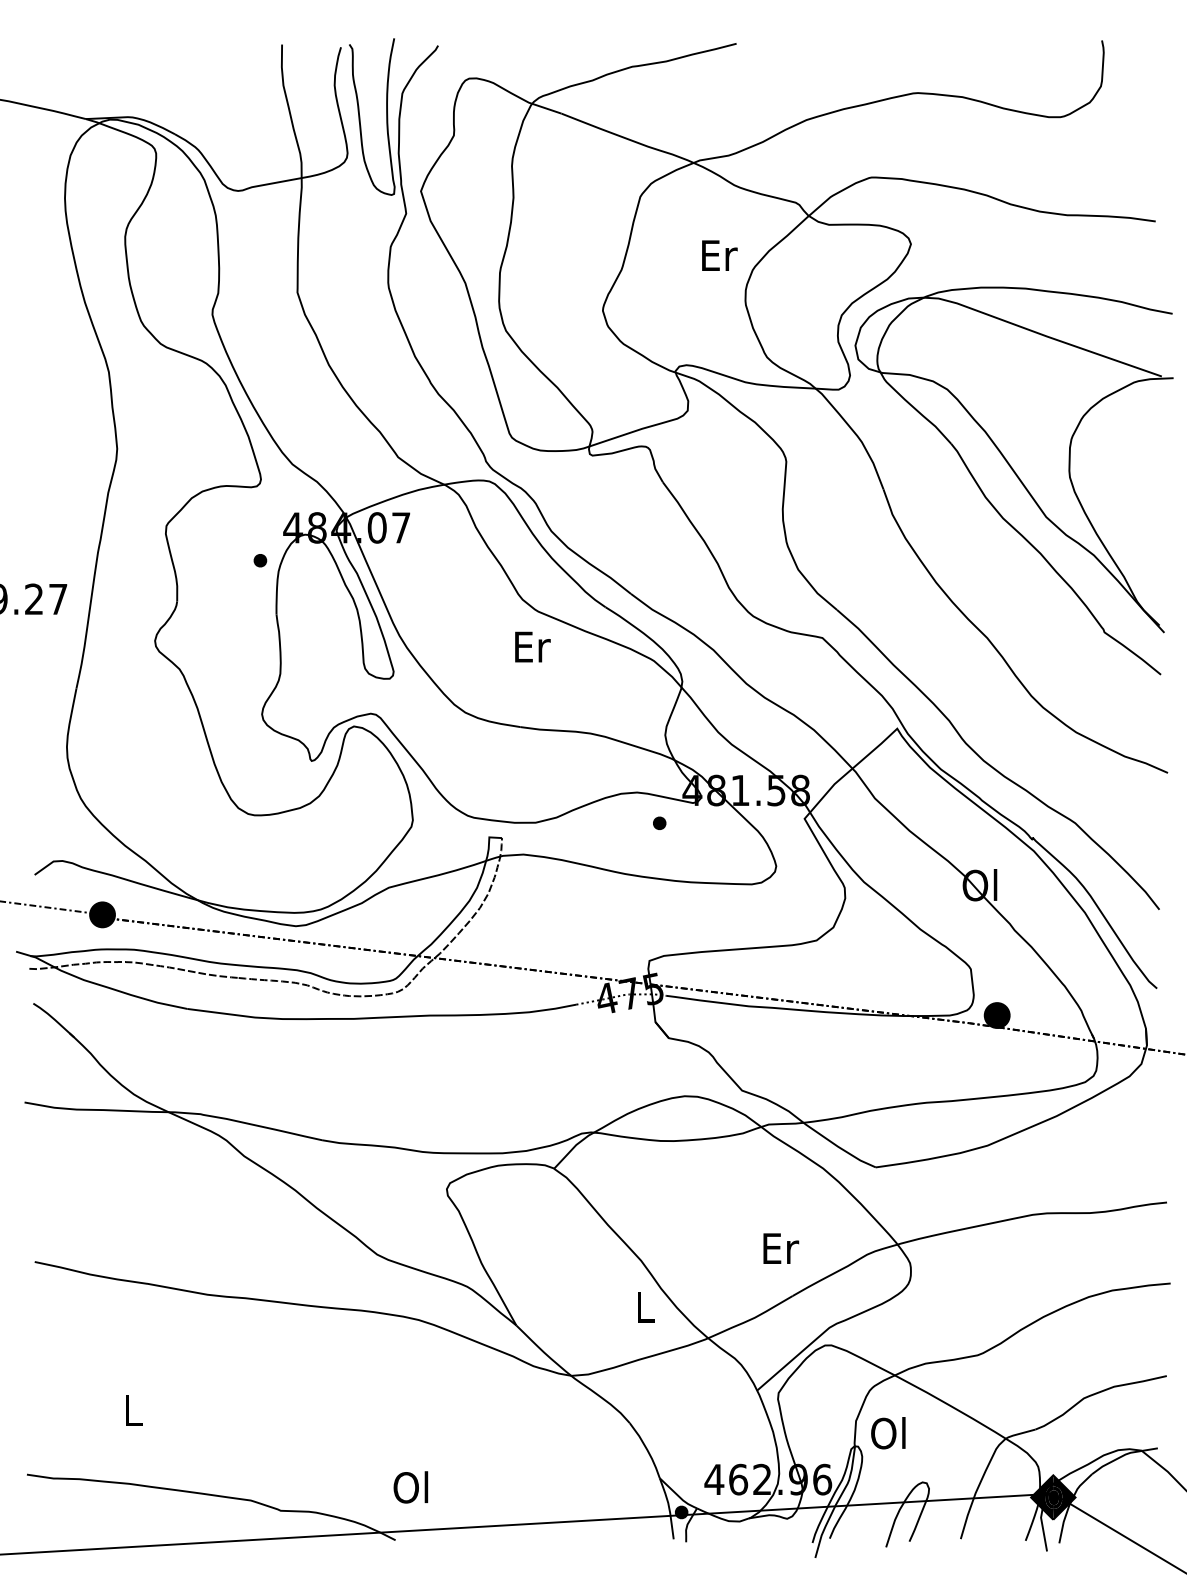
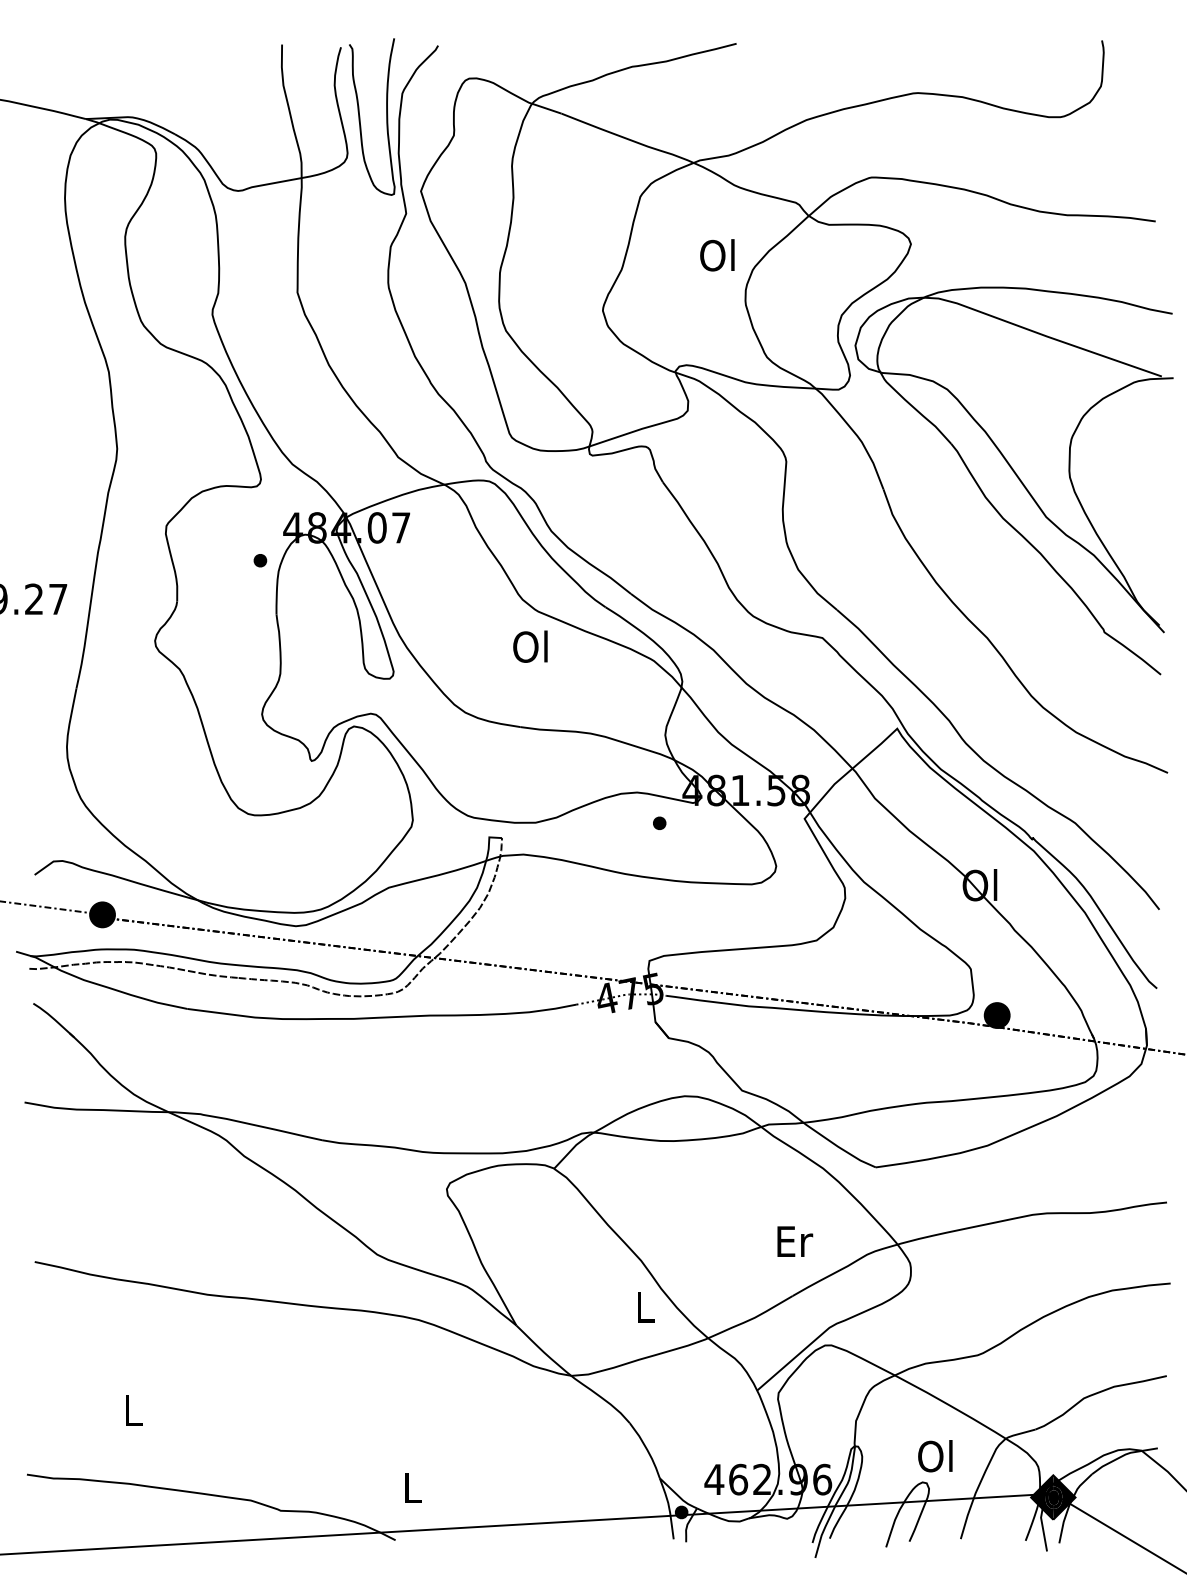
text at (718, 255): Er -> Ol
text at (531, 646): Er -> Ol
text at (781, 1248) position: (781, 1248) -> (795, 1241)
text at (888, 1433) position: (888, 1433) -> (935, 1456)
text at (410, 1487): Ol -> L
